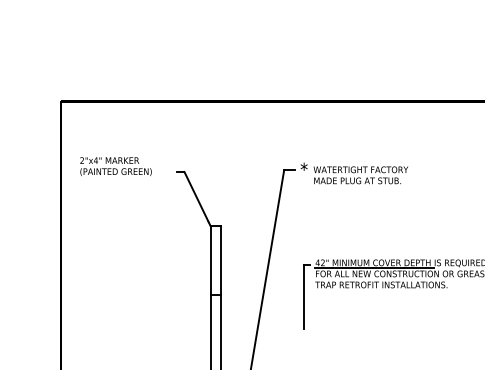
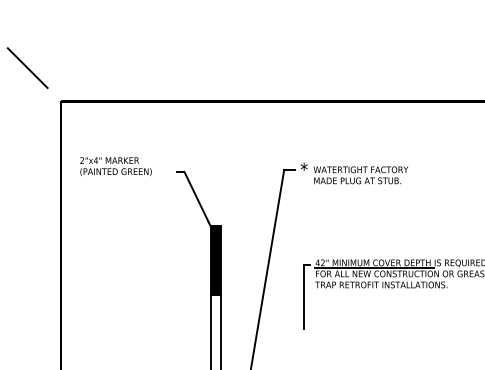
line at (27, 68): none -> present
fill at (216, 260): none -> present
